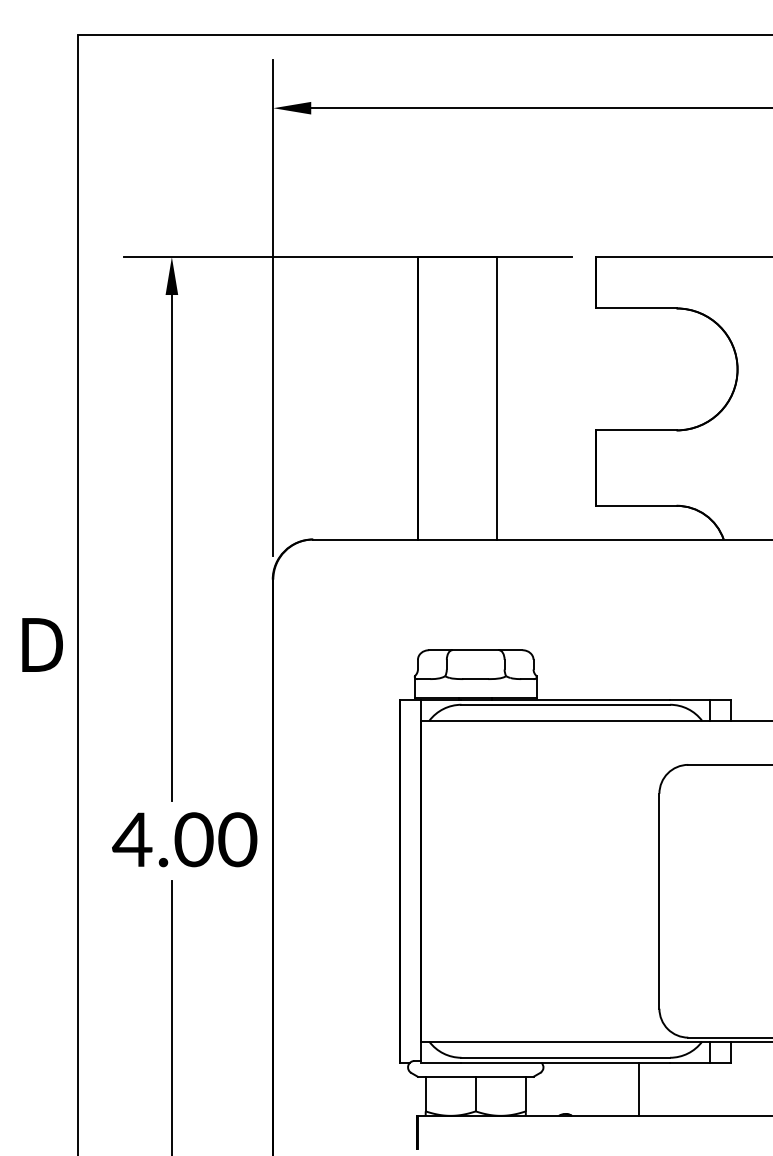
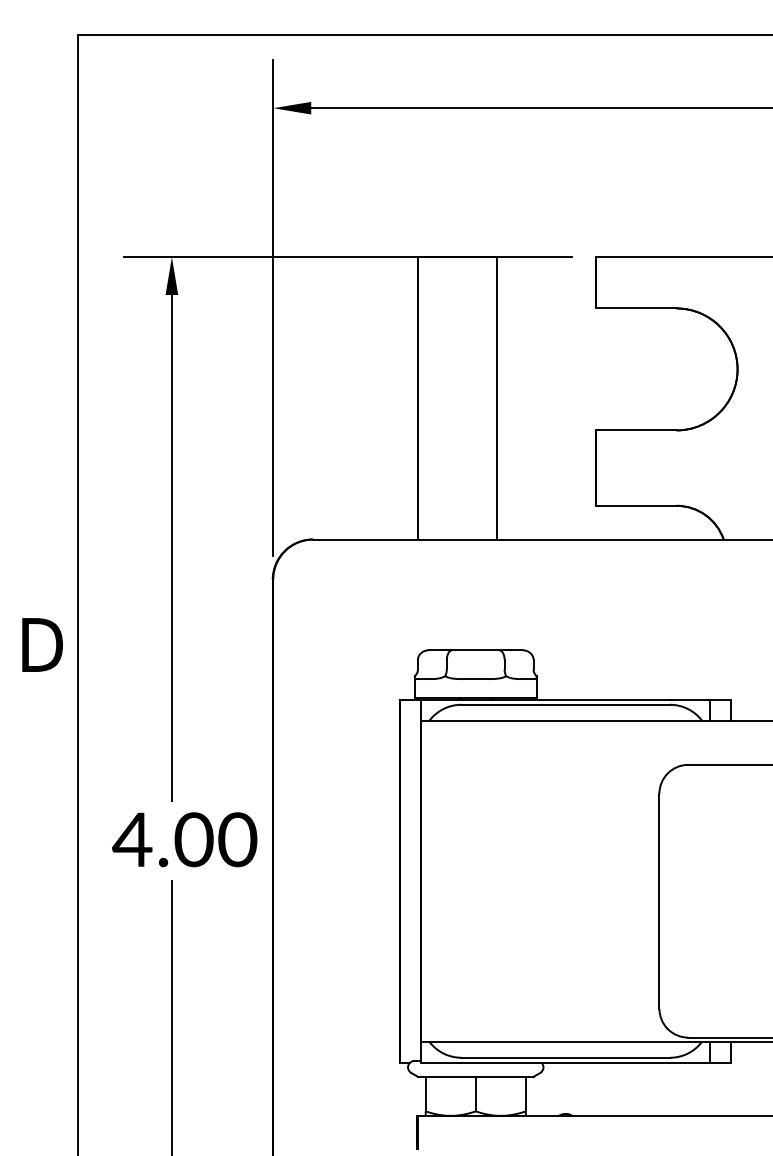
line at (639, 1088): present -> none
